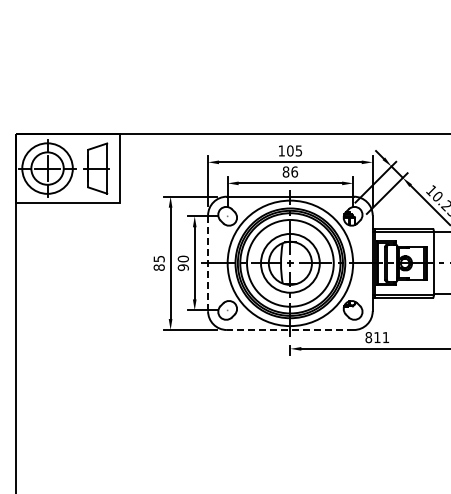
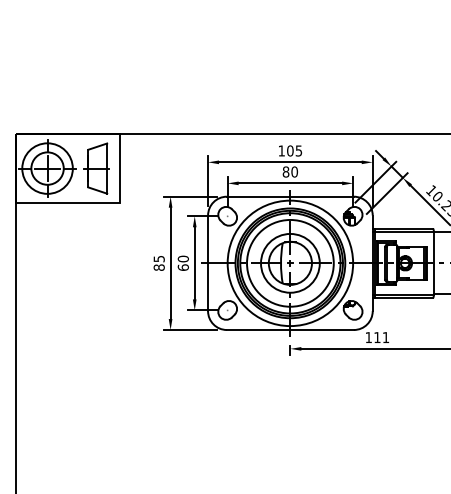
text at (294, 171): 86 -> 80
line at (208, 263): dashed -> solid
text at (182, 267): 90 -> 60
line at (290, 330): dashed -> solid
text at (368, 337): 811 -> 111
